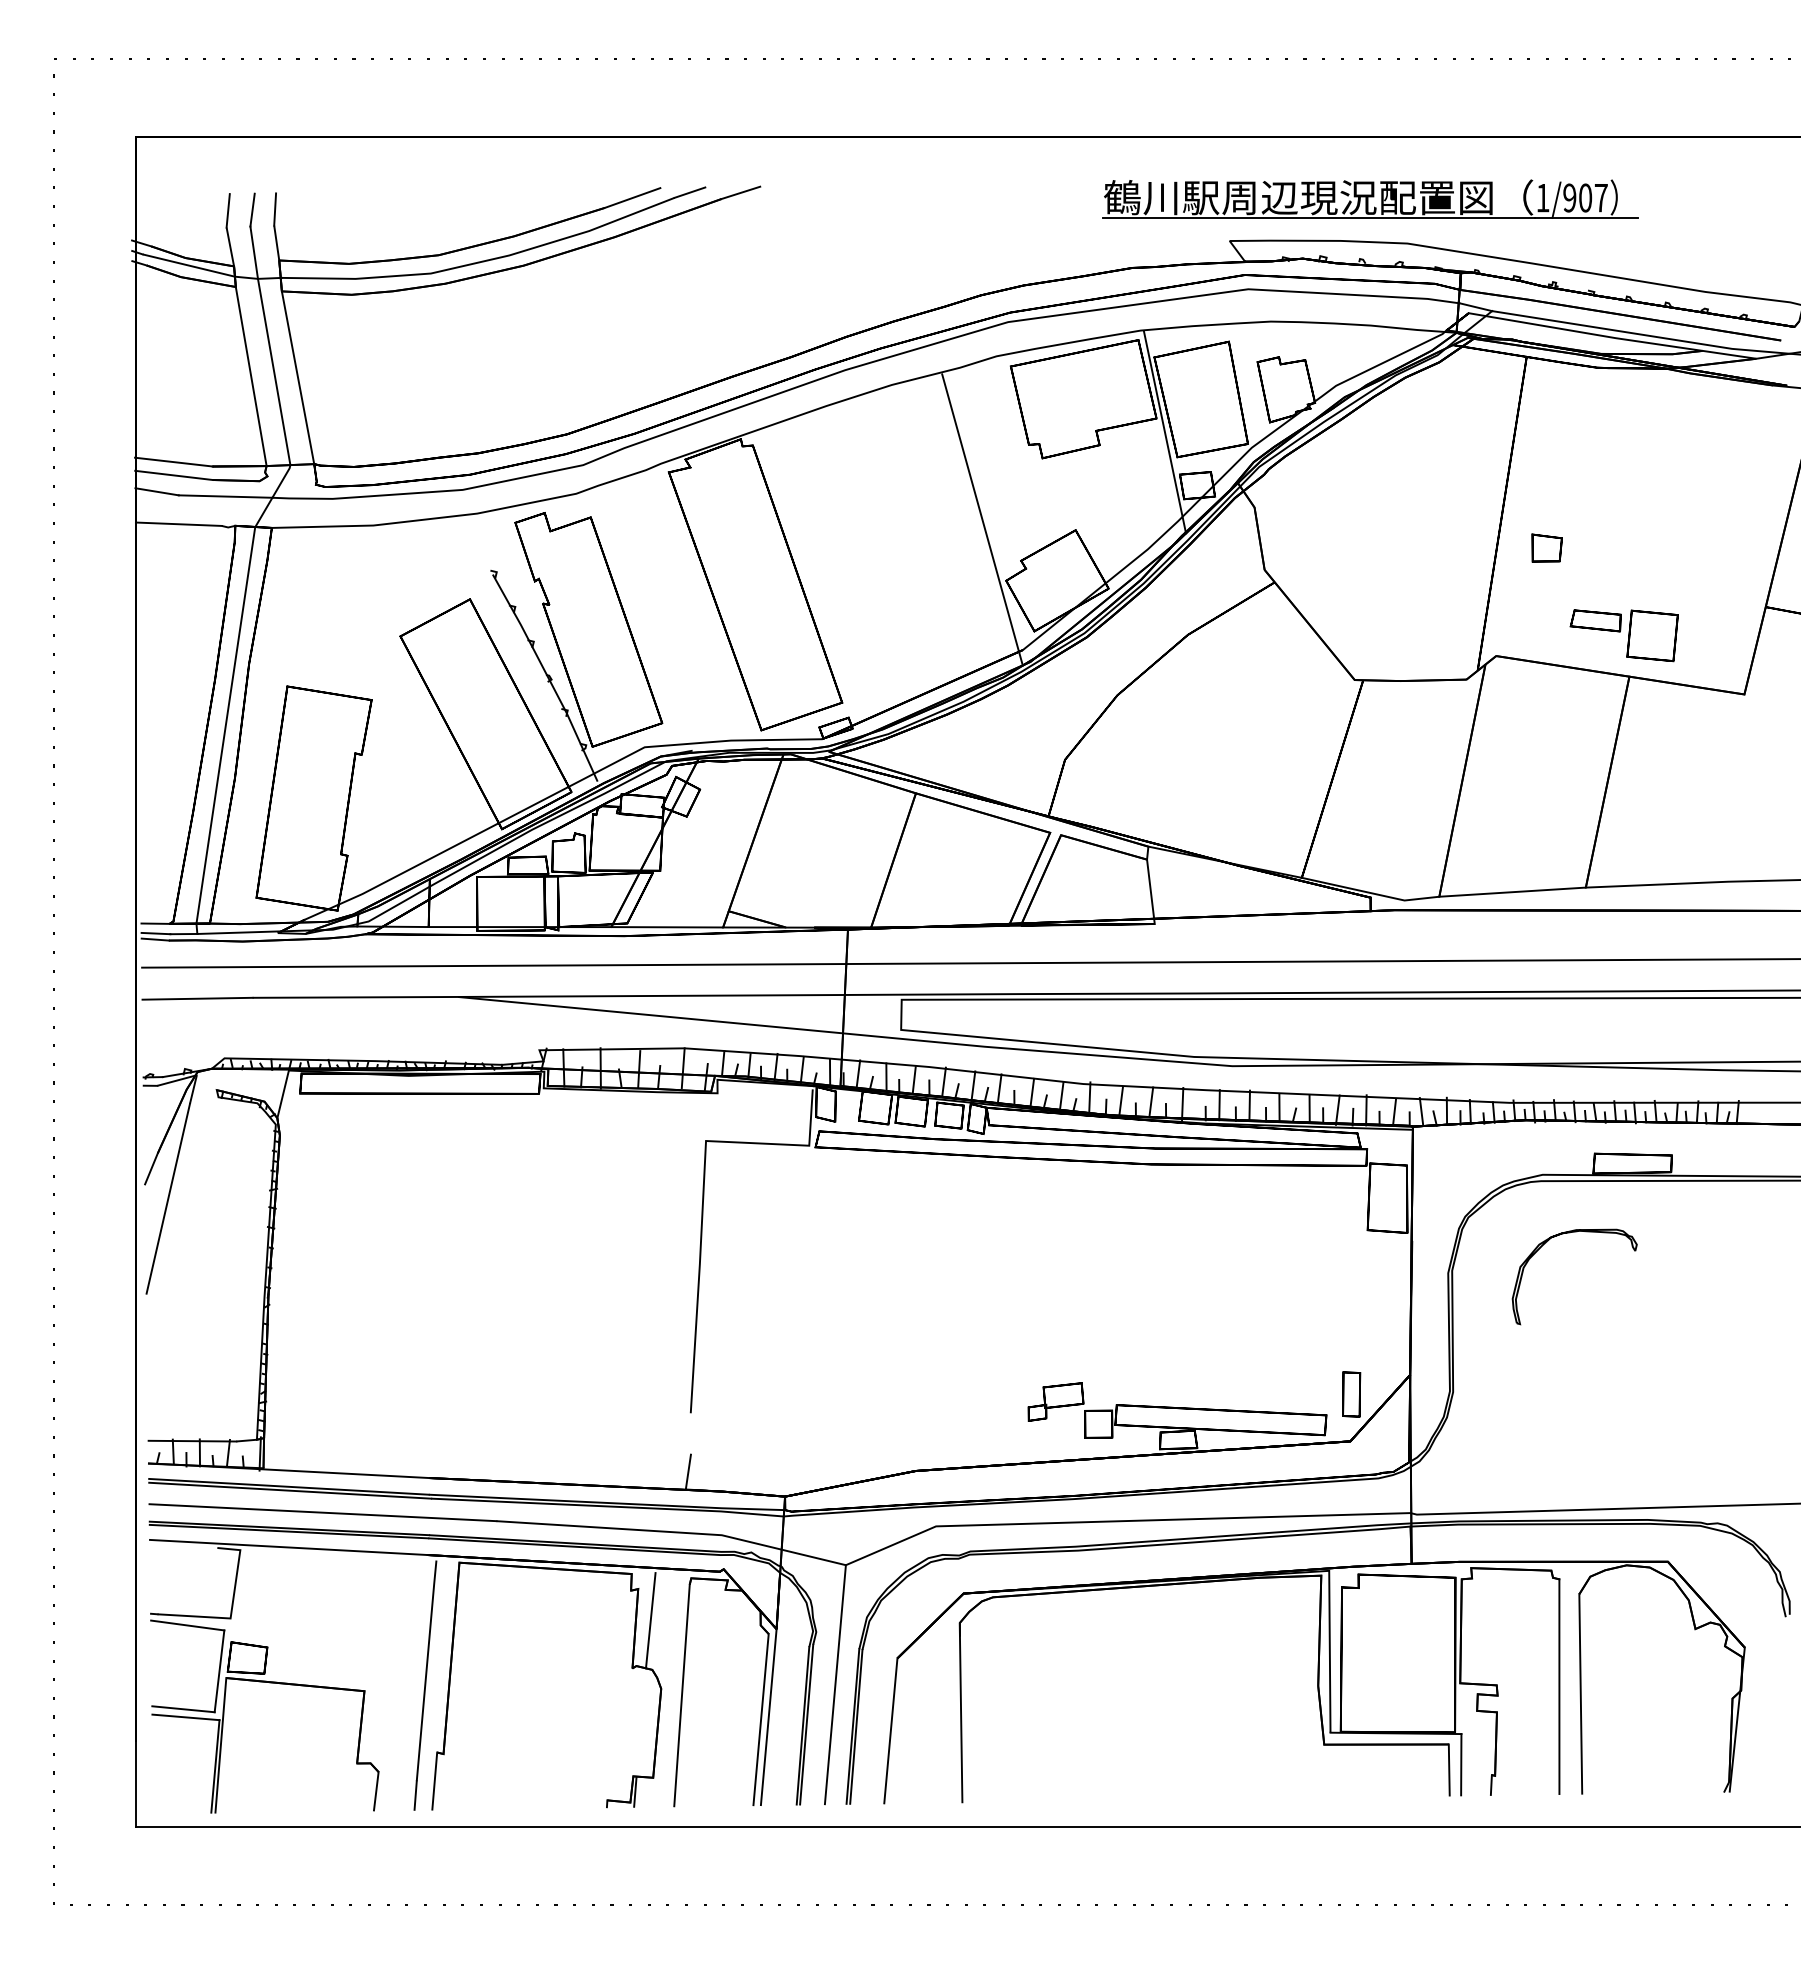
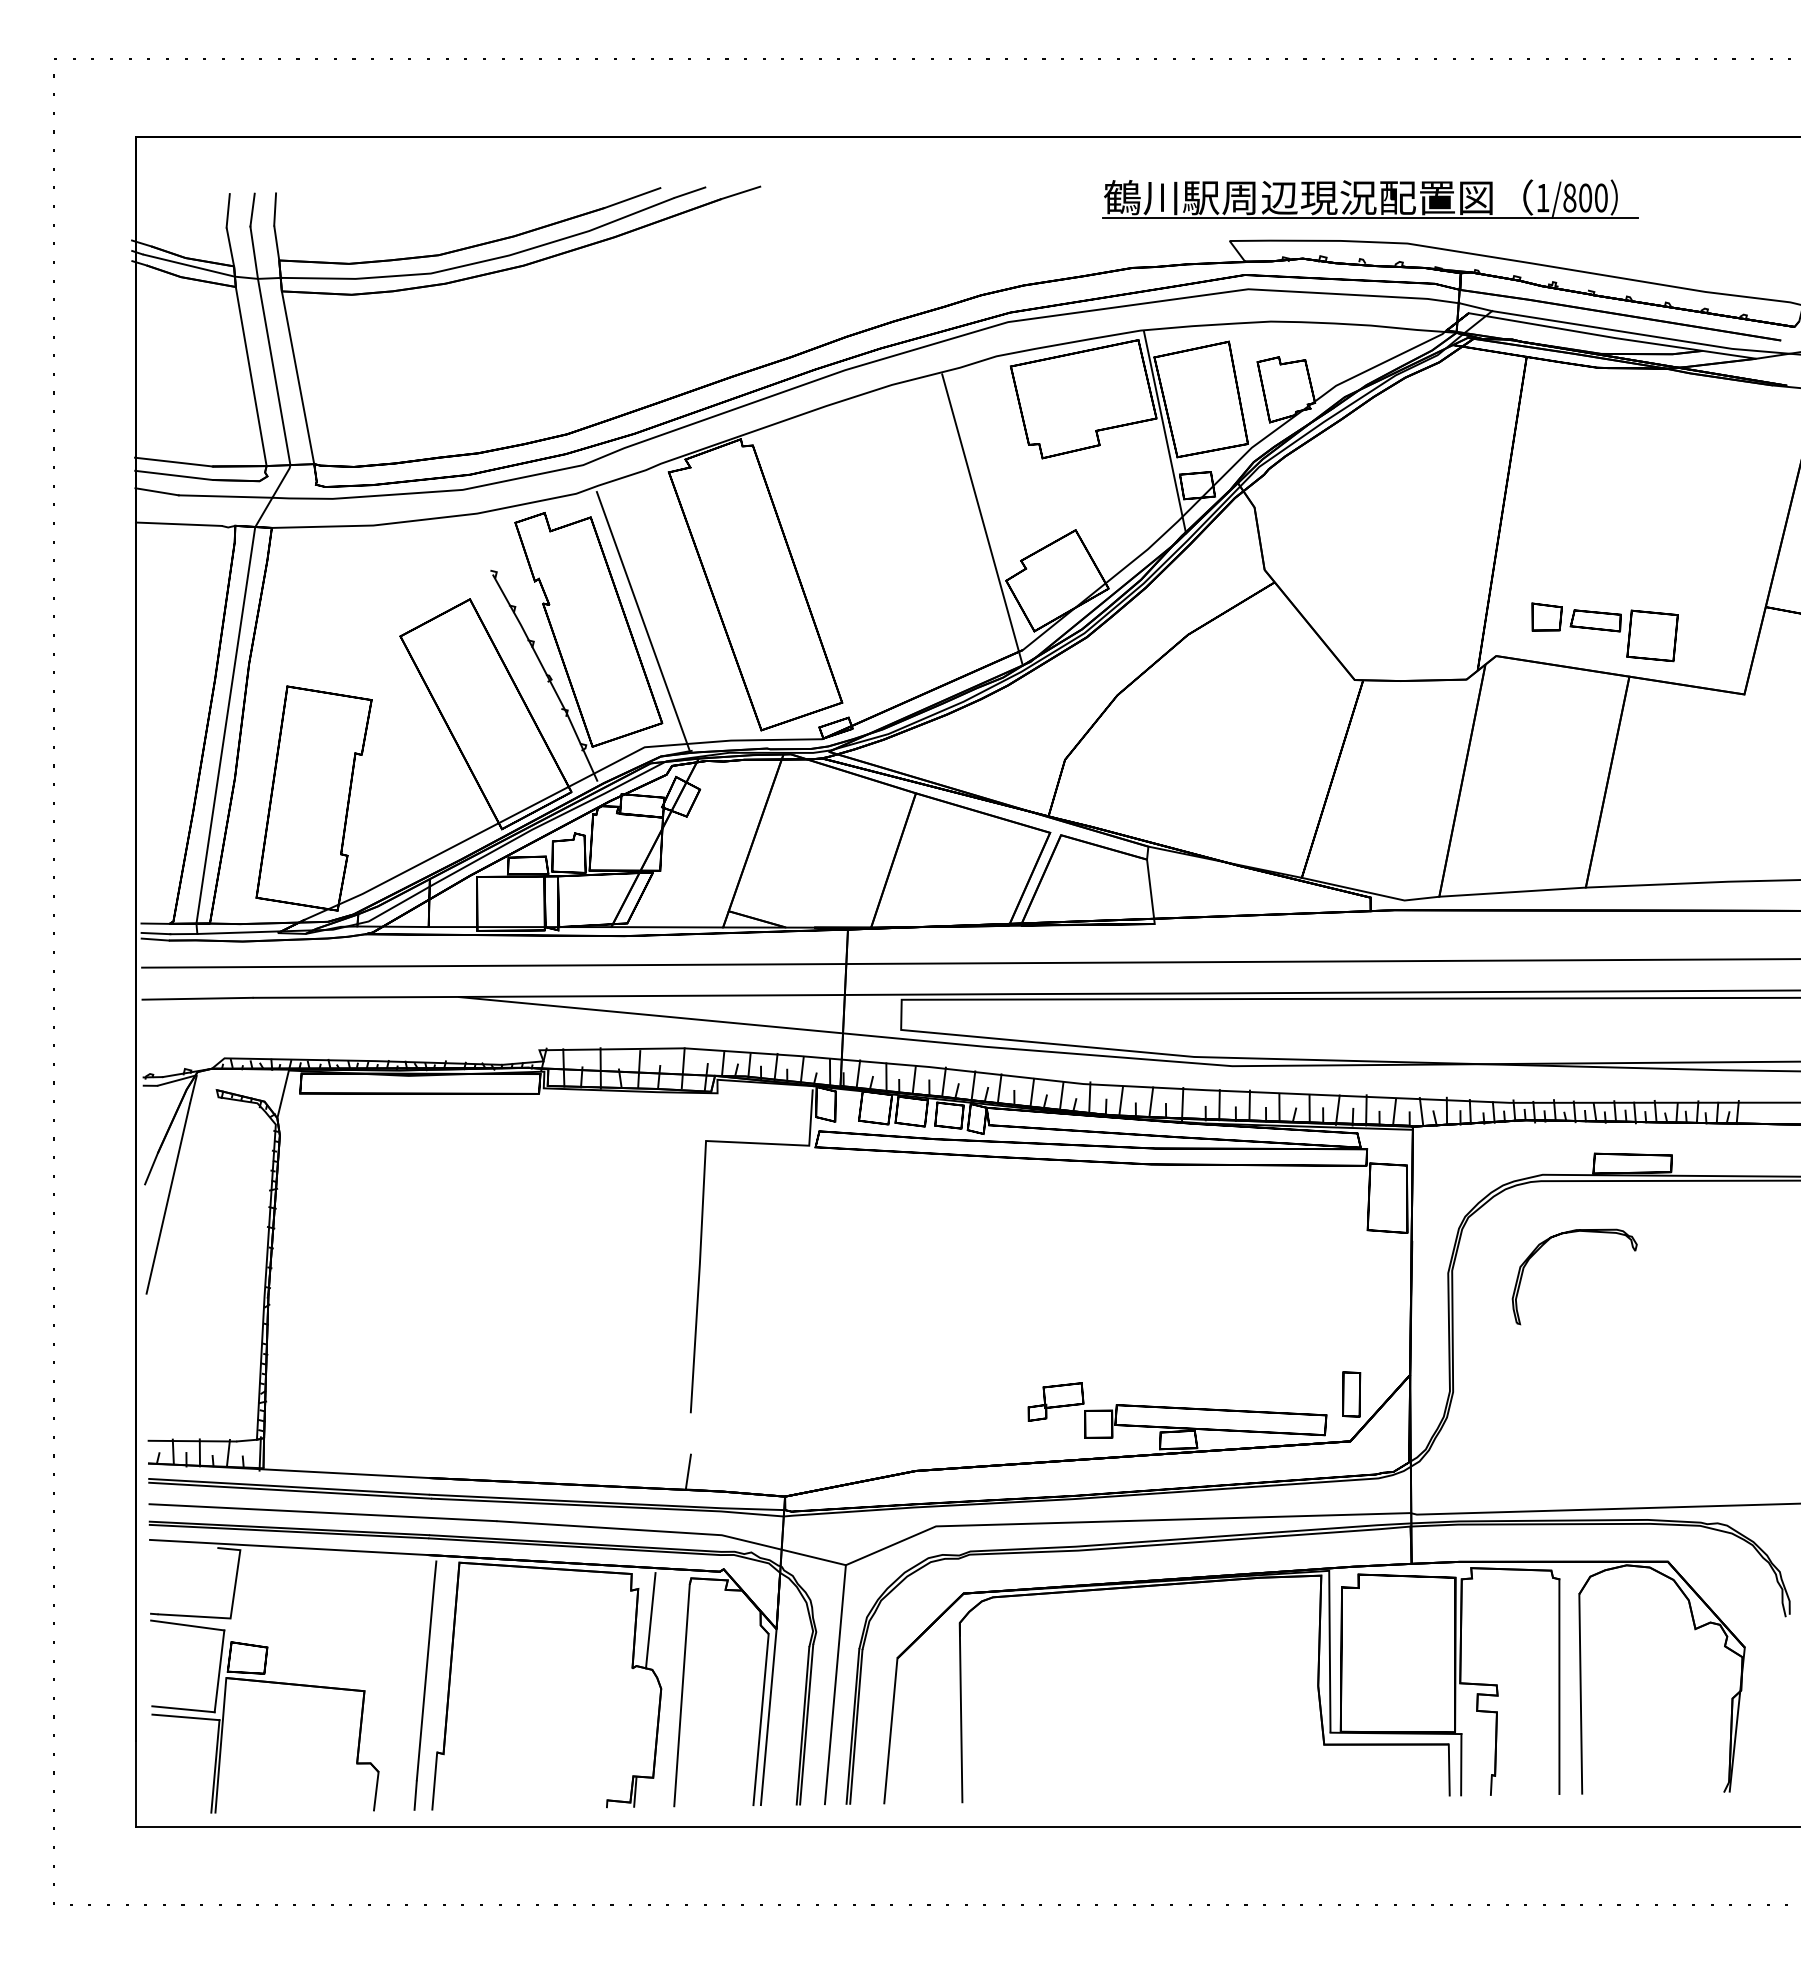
text at (1585, 197): 1/907 -> 1/800
part at (1546, 547) position: (1546, 547) -> (1546, 616)
line at (642, 620): none -> present
